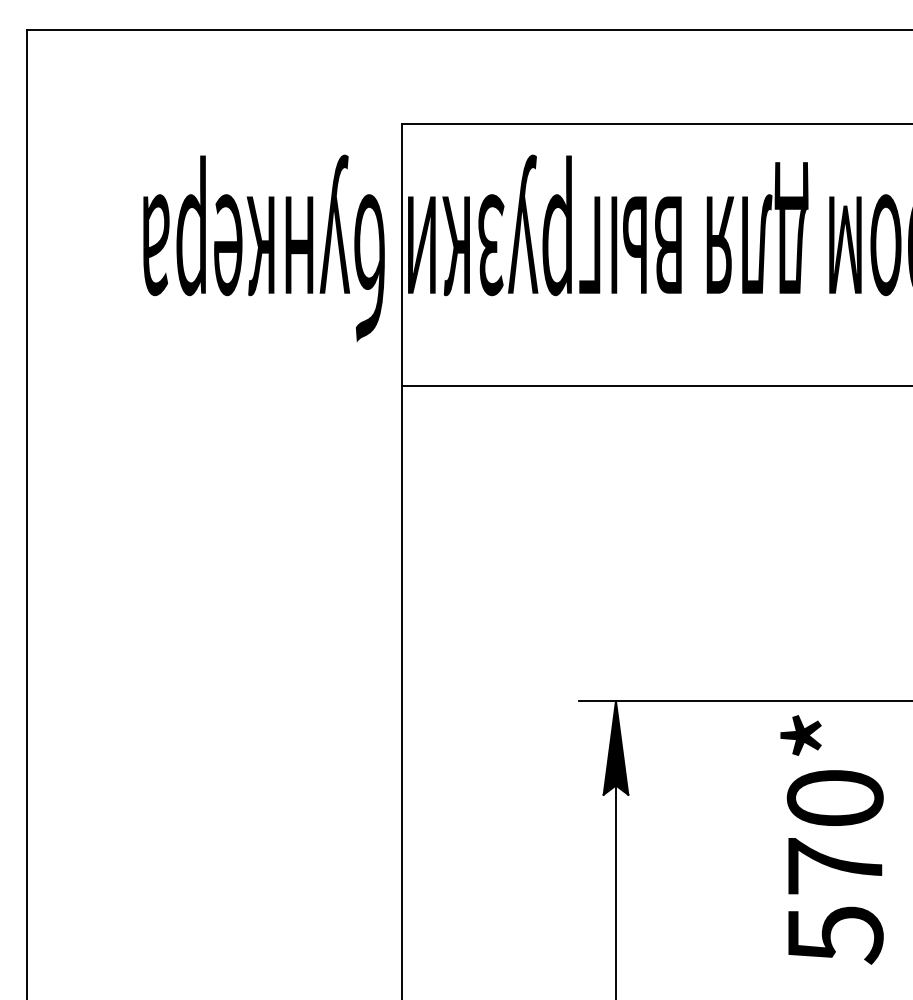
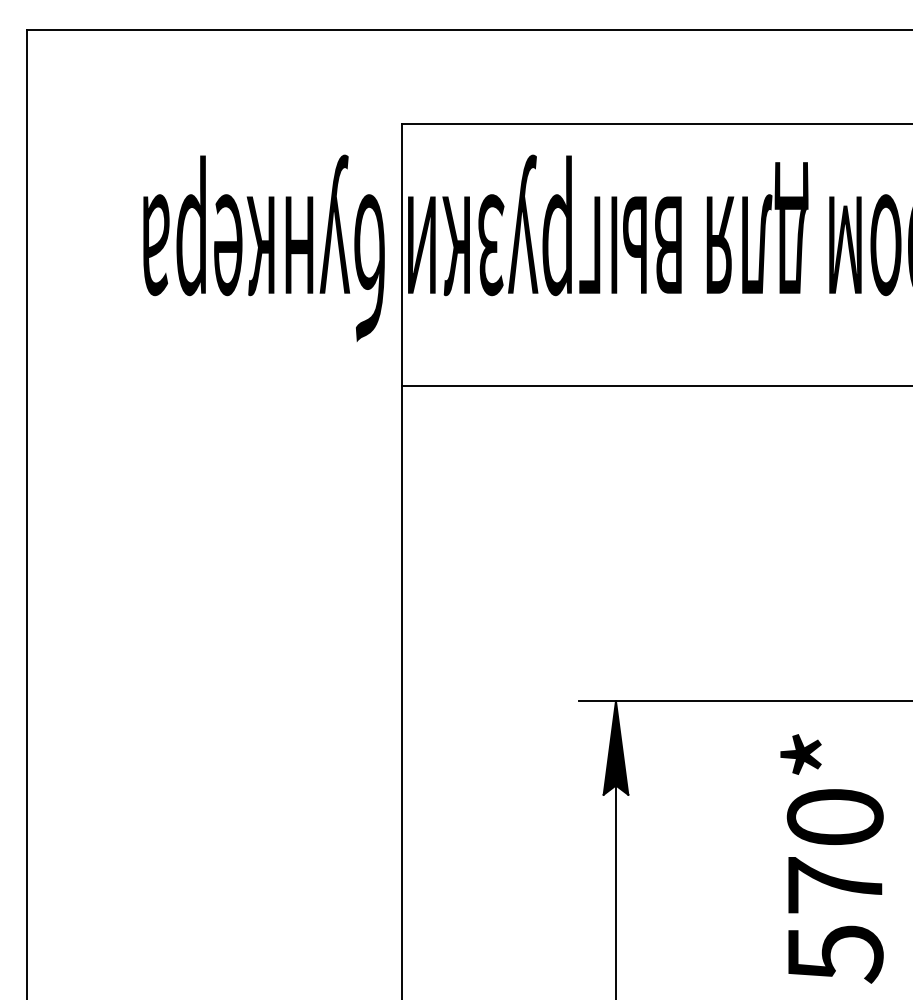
text at (831, 839) position: (831, 839) -> (831, 858)
